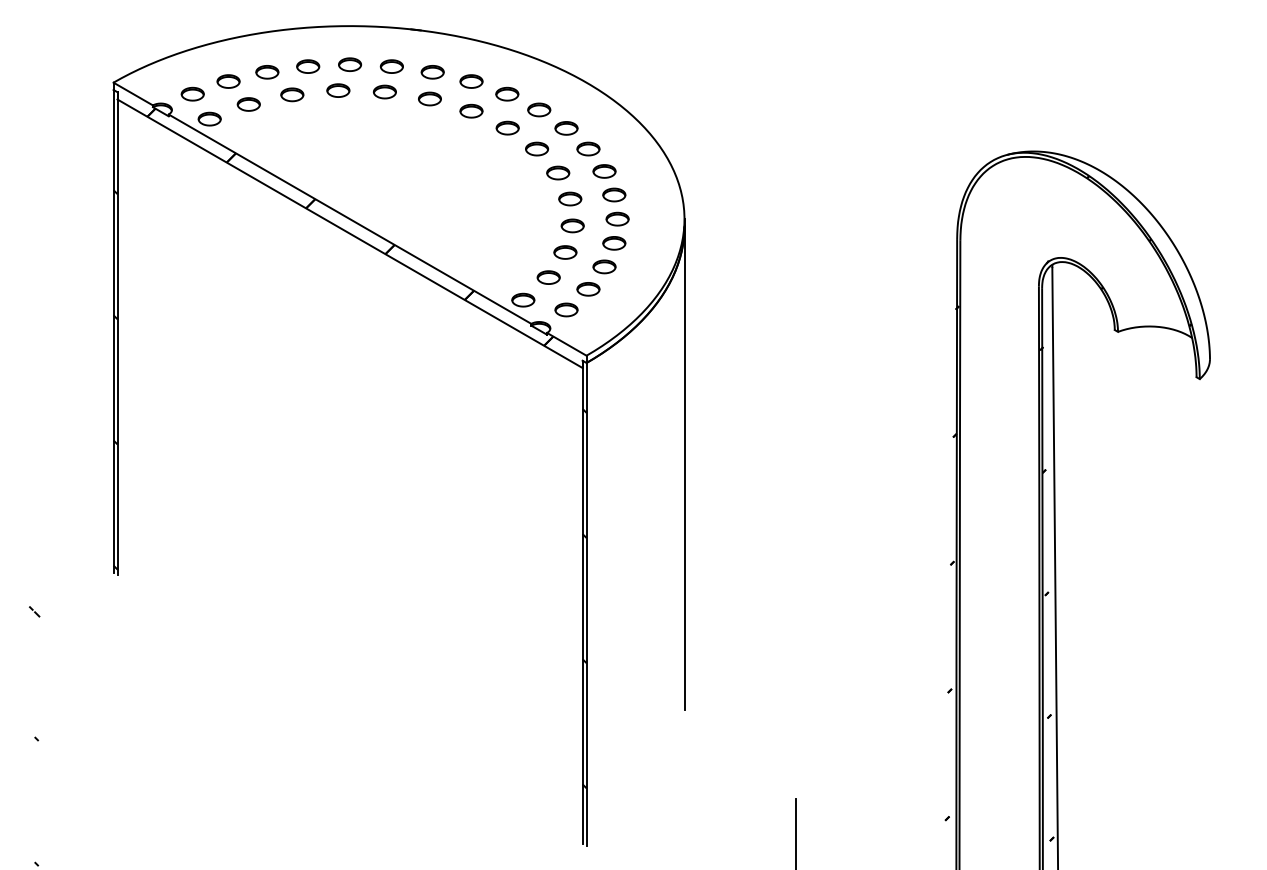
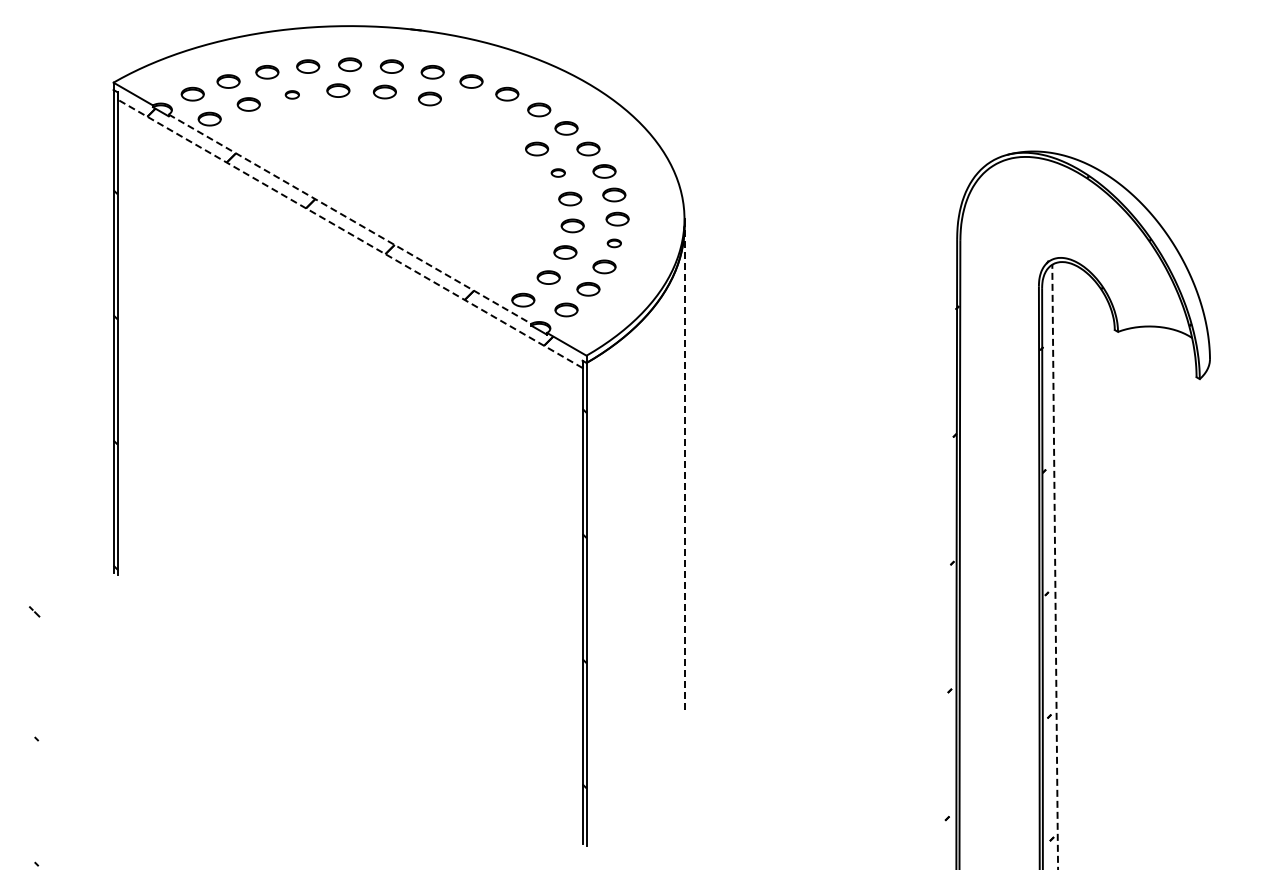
part at (292, 94) size: 25x16 px -> 16x10 px
part at (471, 110): present -> none
part at (507, 127): present -> none
part at (558, 172) size: 25x16 px -> 16x10 px
line at (350, 219): solid -> dashed
line at (350, 233): solid -> dashed
part at (614, 243) size: 25x15 px -> 16x11 px
line at (684, 468): solid -> dashed
line at (1055, 568): solid -> dashed
line at (796, 832): present -> none
